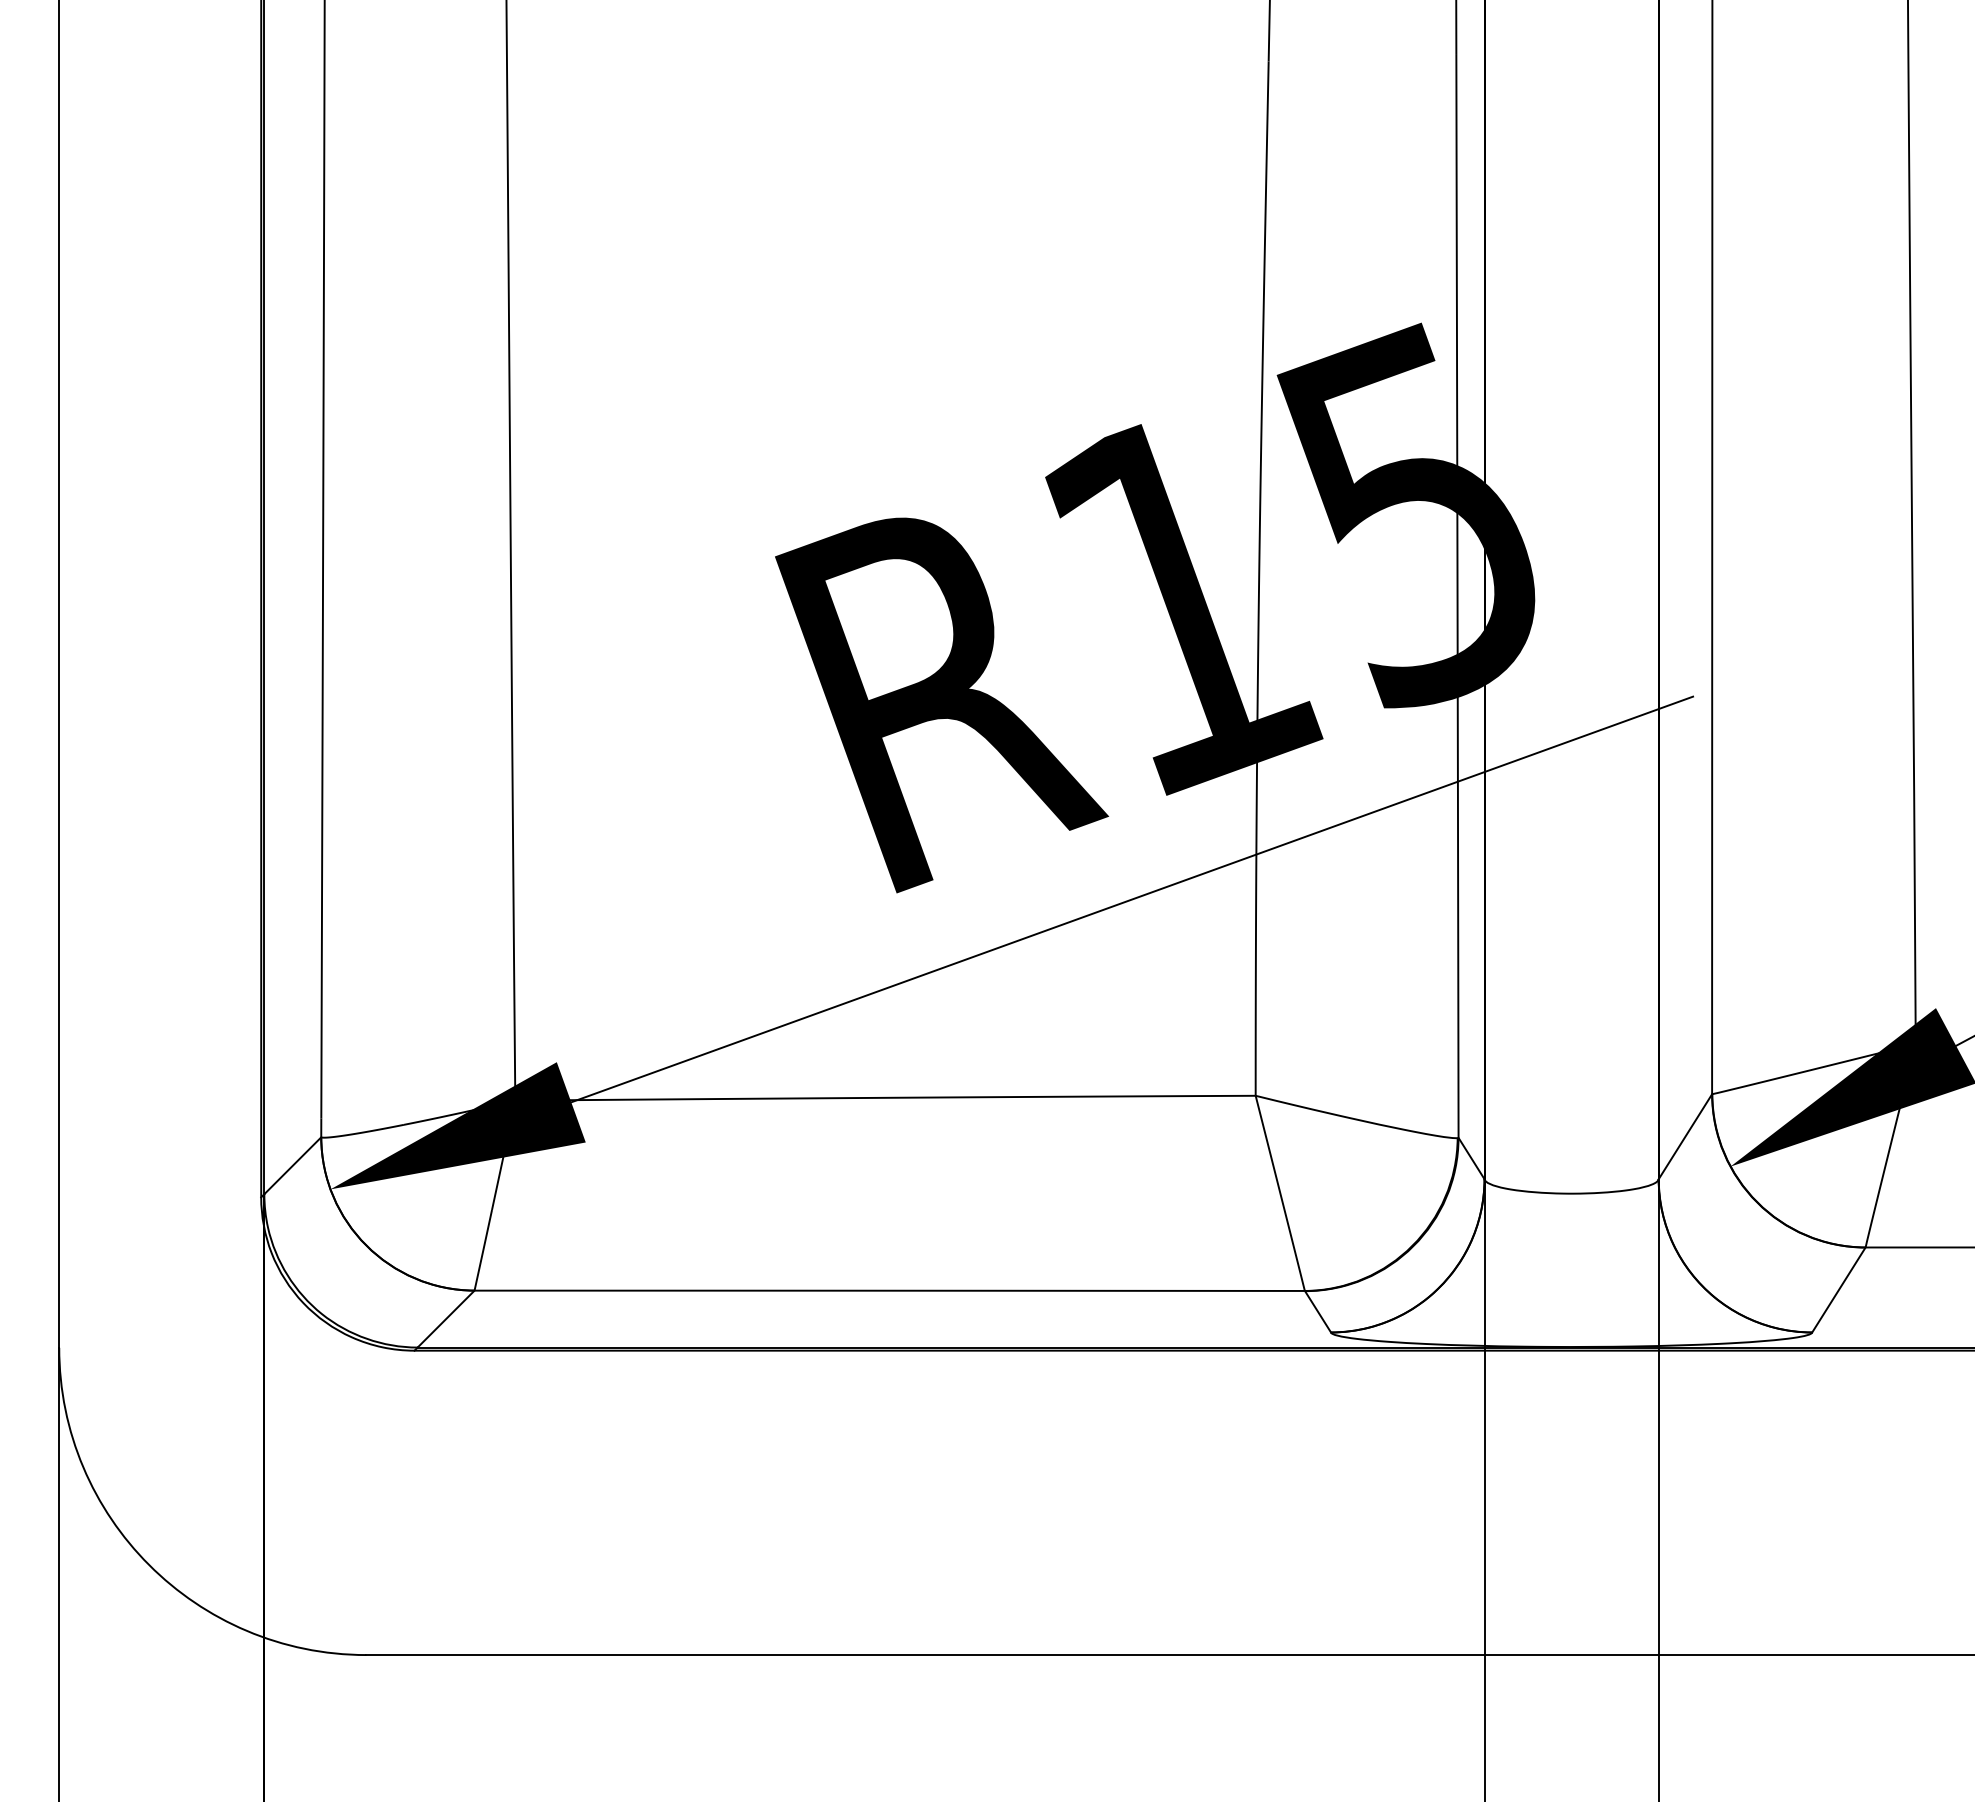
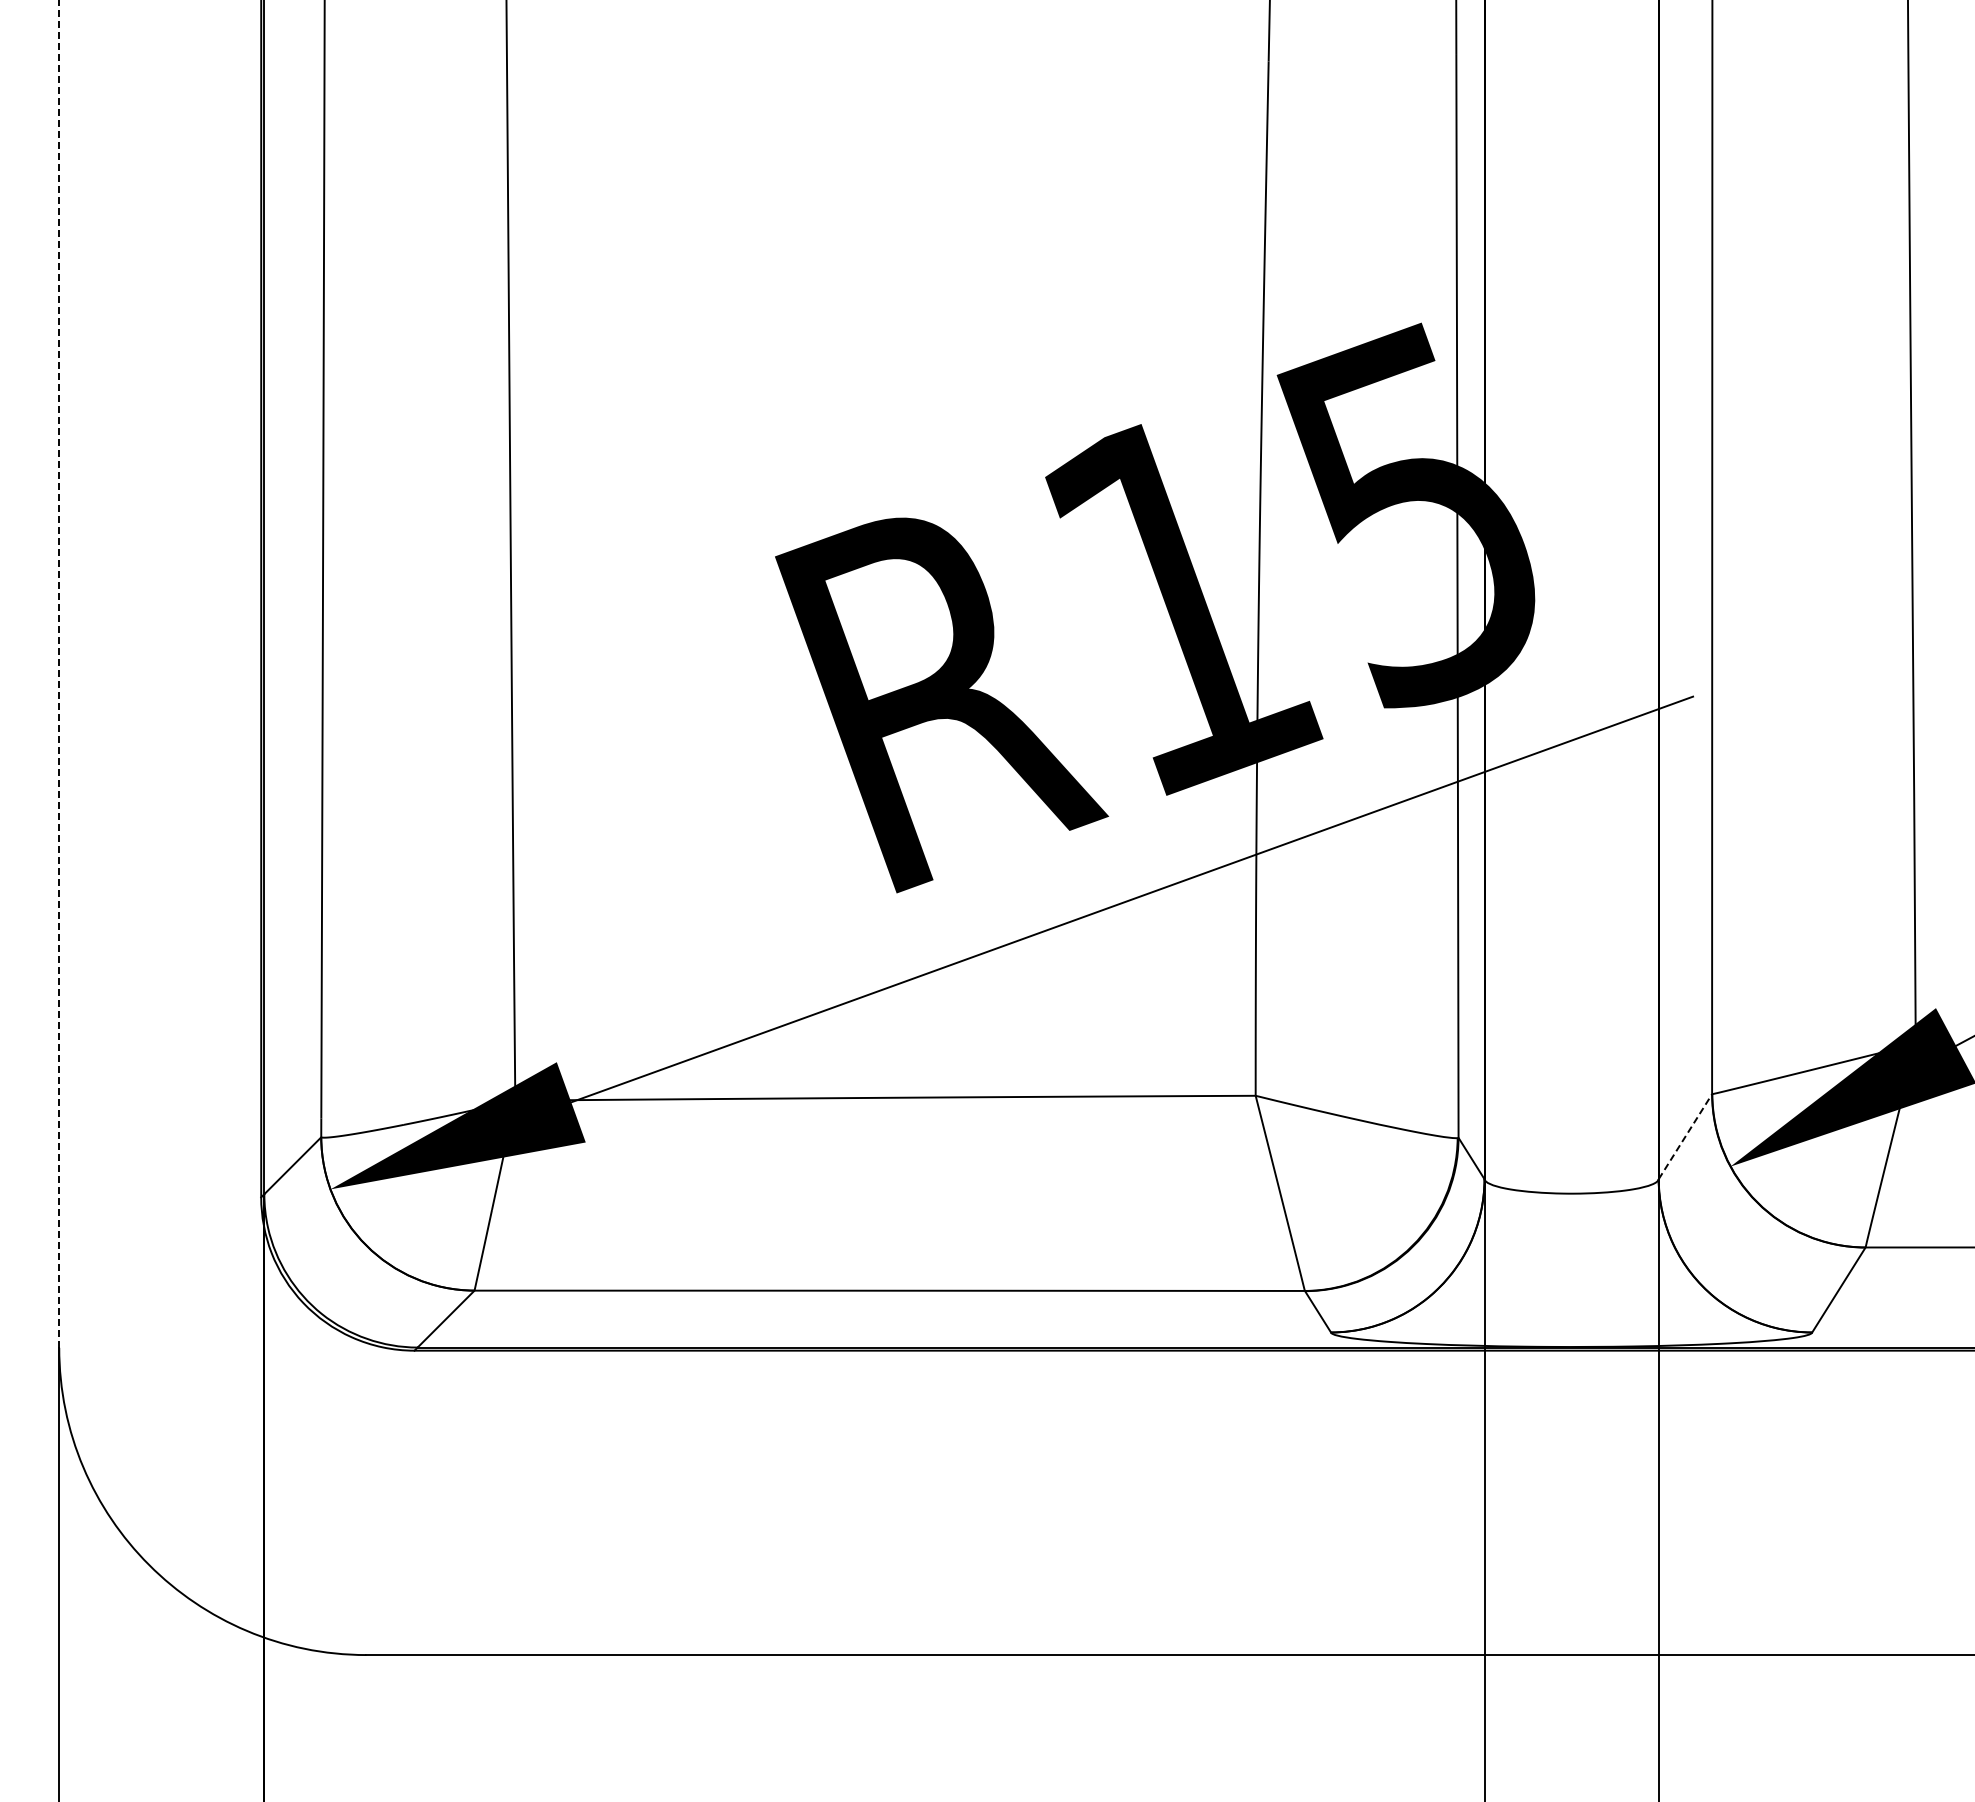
line at (59, 673): solid -> dashed
line at (1685, 1136): solid -> dashed
